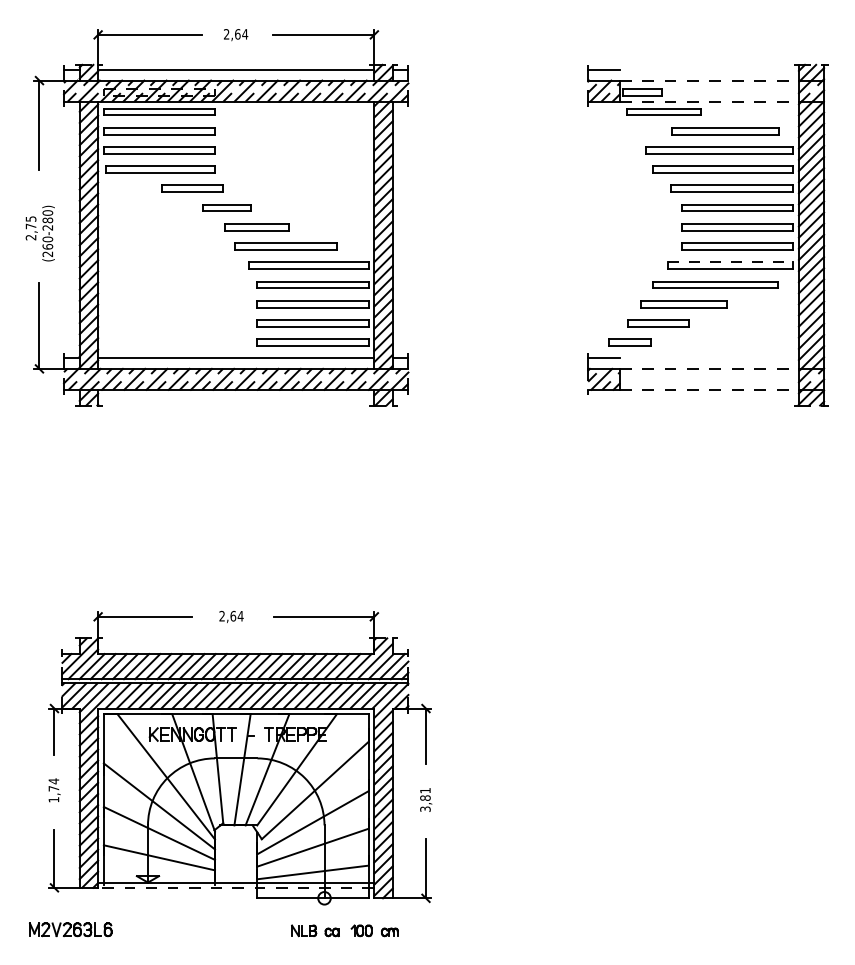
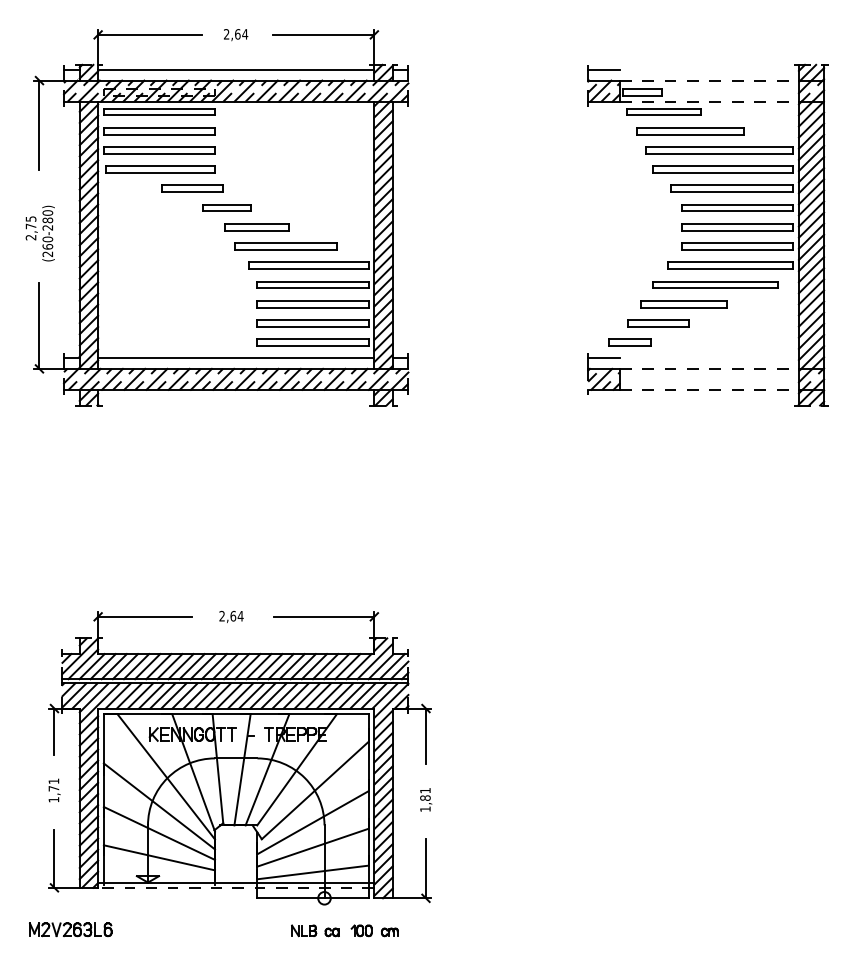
part at (725, 131) position: (725, 131) -> (690, 131)
line at (731, 262): dashed -> solid
text at (53, 781): 1,74 -> 1,71
text at (425, 808): 3,81 -> 1,81
